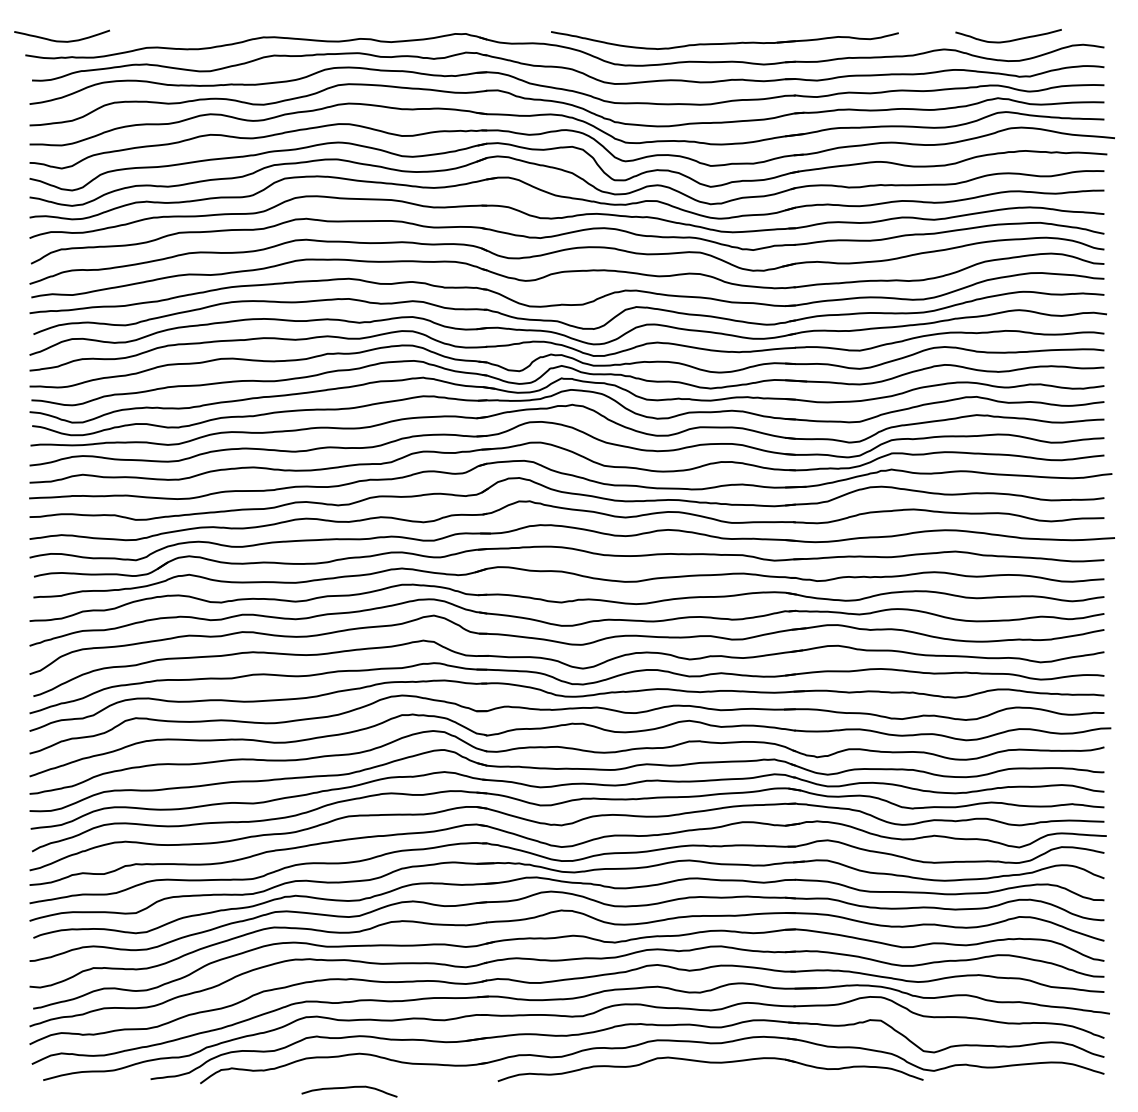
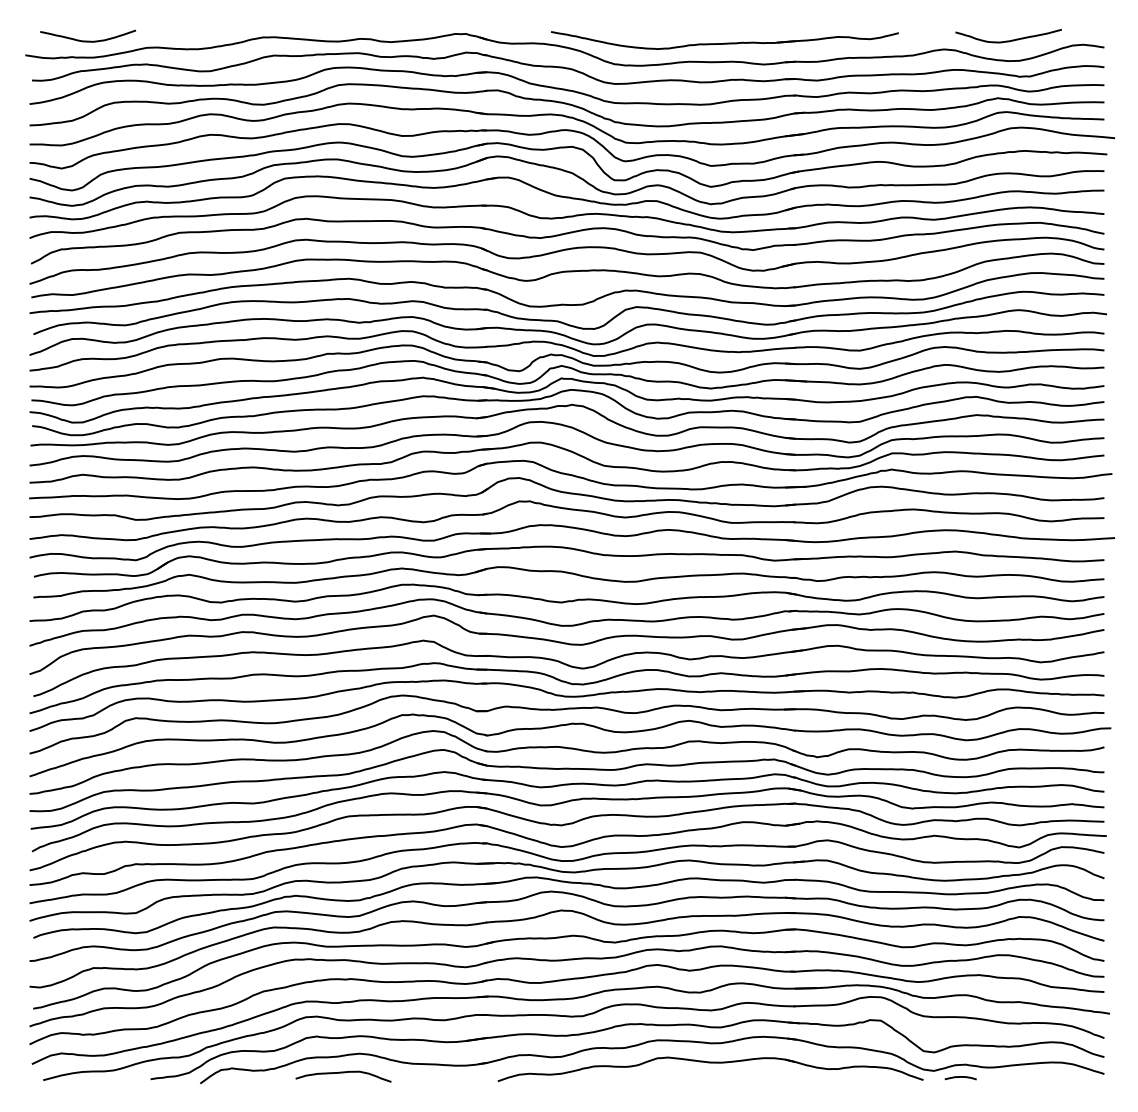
curve at (62, 40) position: (62, 40) -> (88, 40)
curve at (960, 1077): none -> present
curve at (349, 1088) position: (349, 1088) -> (343, 1073)
